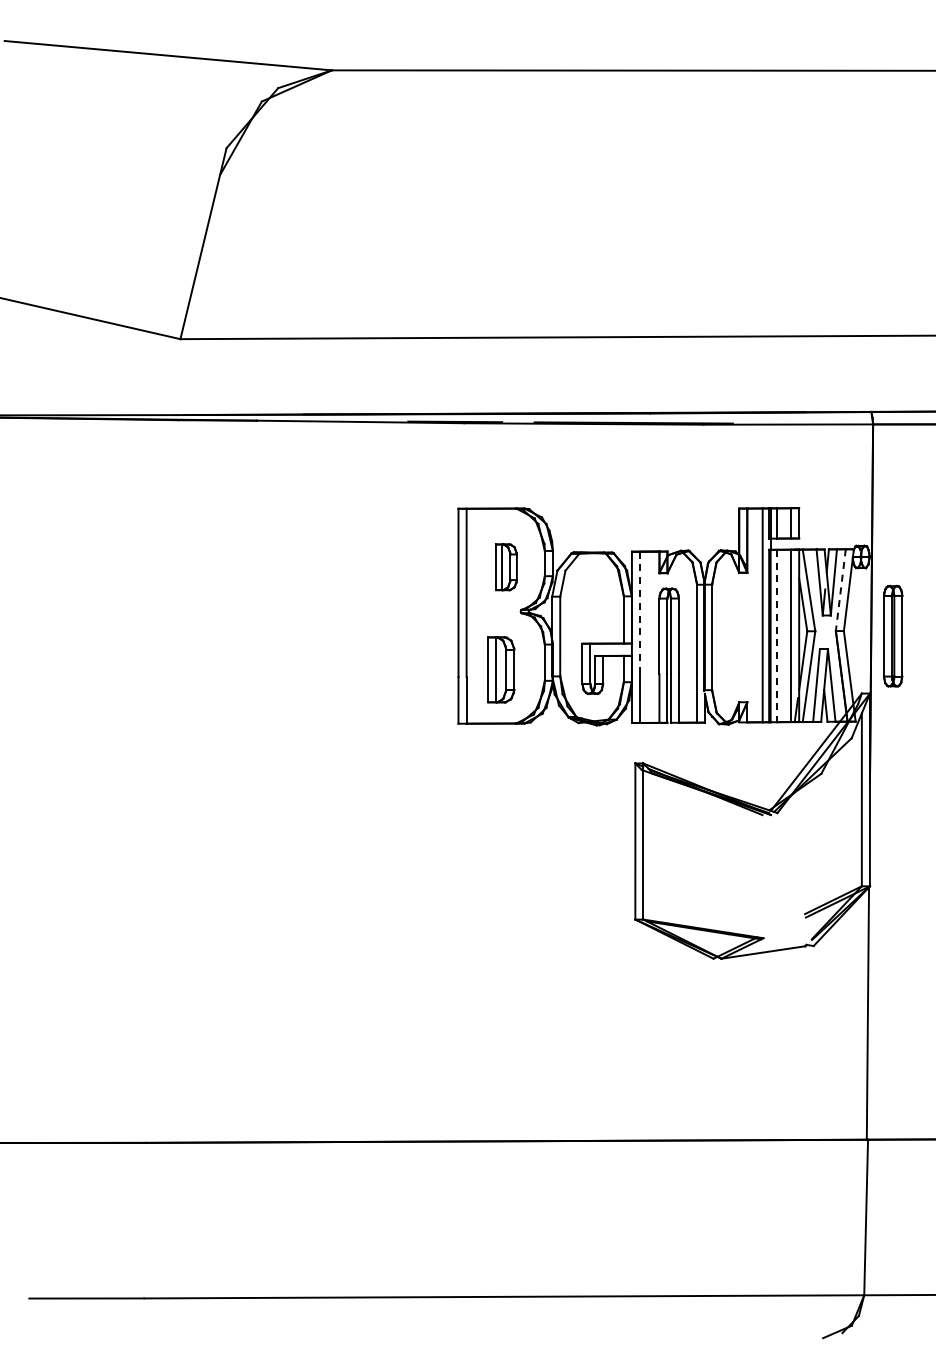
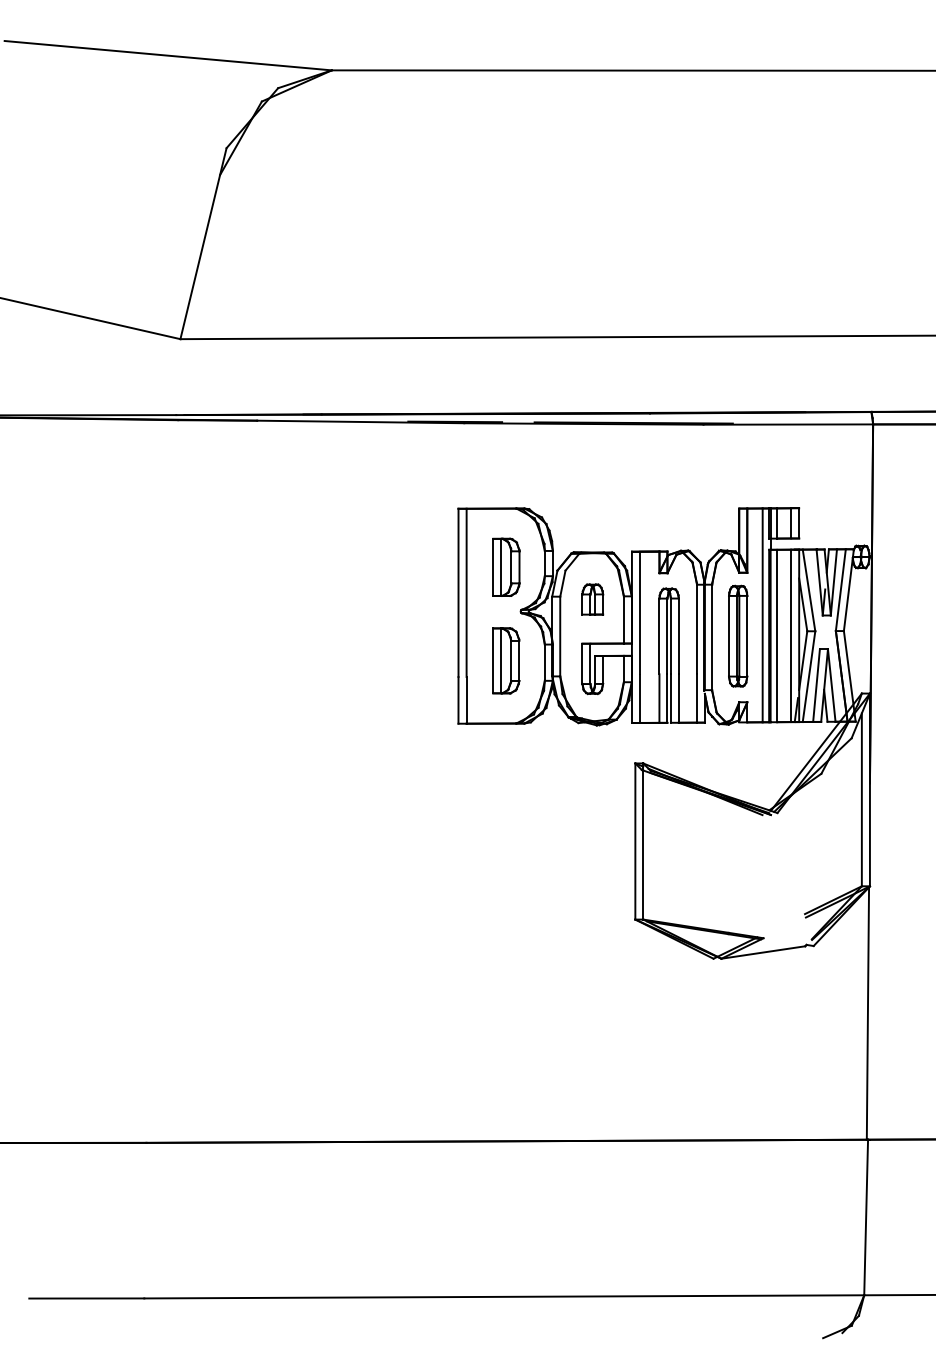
part at (506, 567) size: 23x49 px -> 29x60 px
line at (840, 590): dashed -> solid
part at (592, 599): none -> present
line at (639, 612): dashed -> solid
part at (893, 635) position: (893, 635) -> (738, 635)
line at (777, 636): dashed -> solid
part at (501, 669) position: (501, 669) -> (506, 660)
